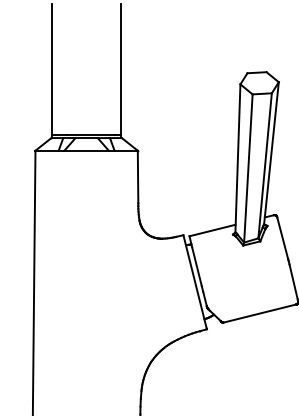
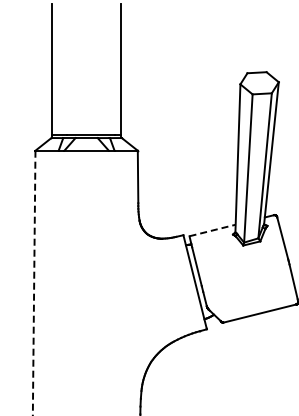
line at (212, 230): solid -> dashed
line at (34, 283): solid -> dashed
